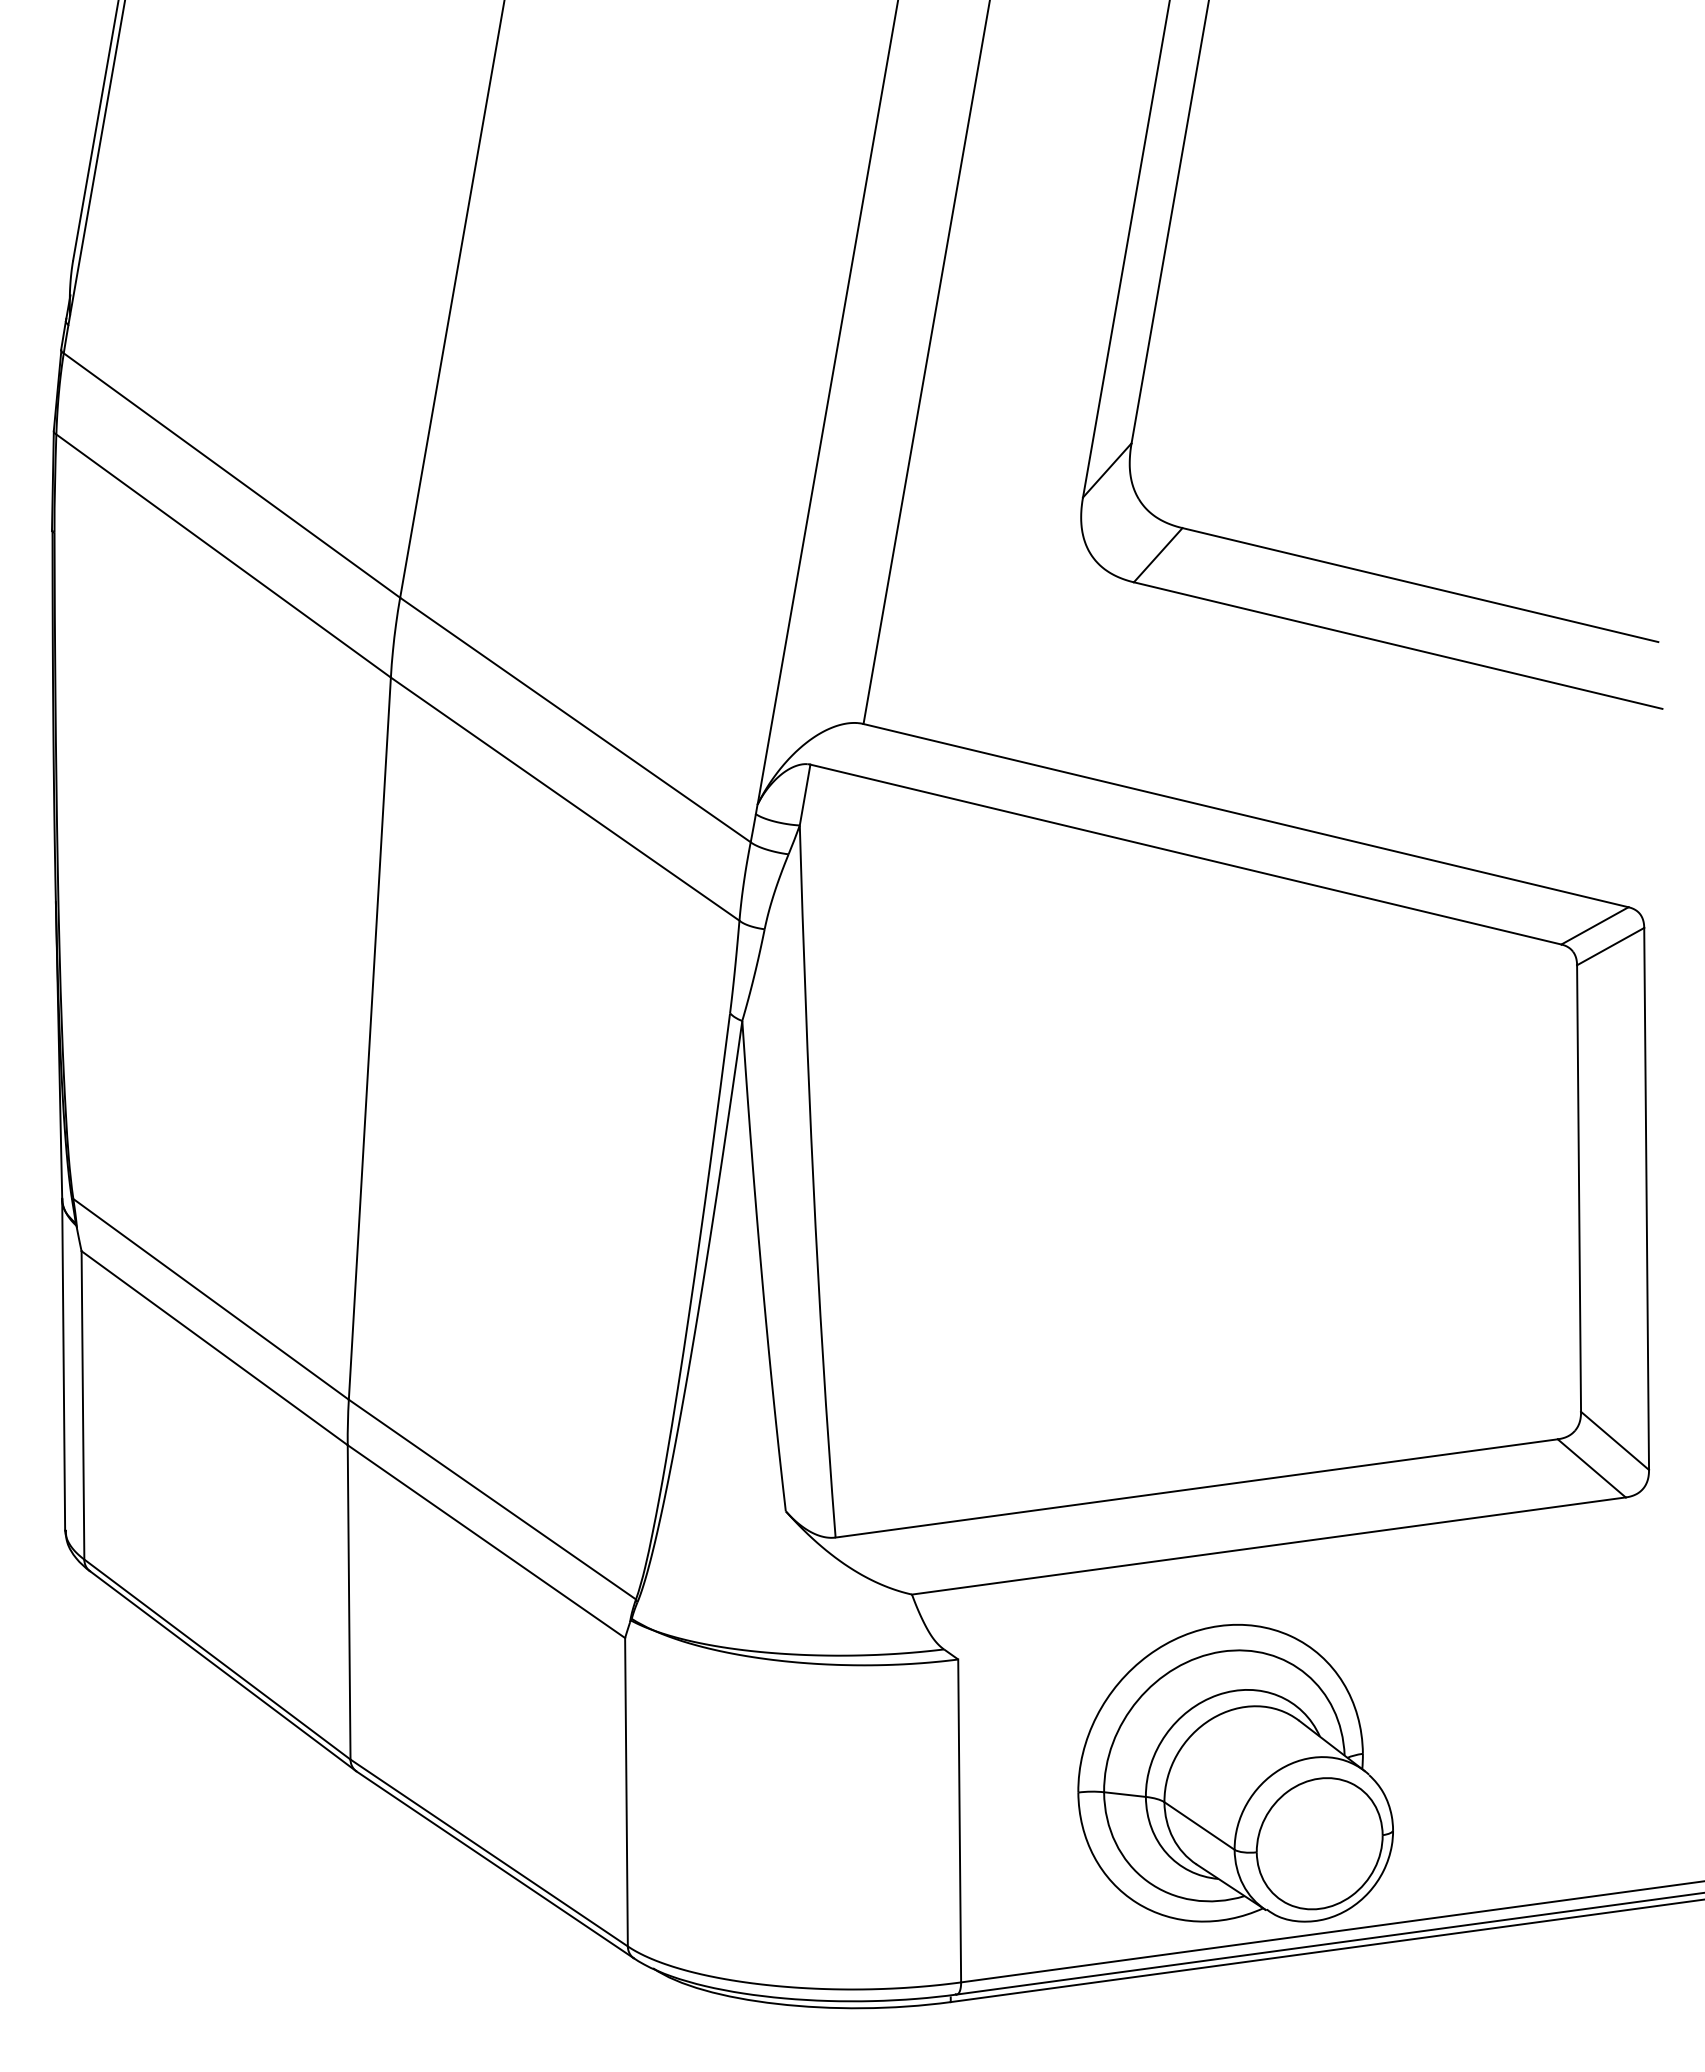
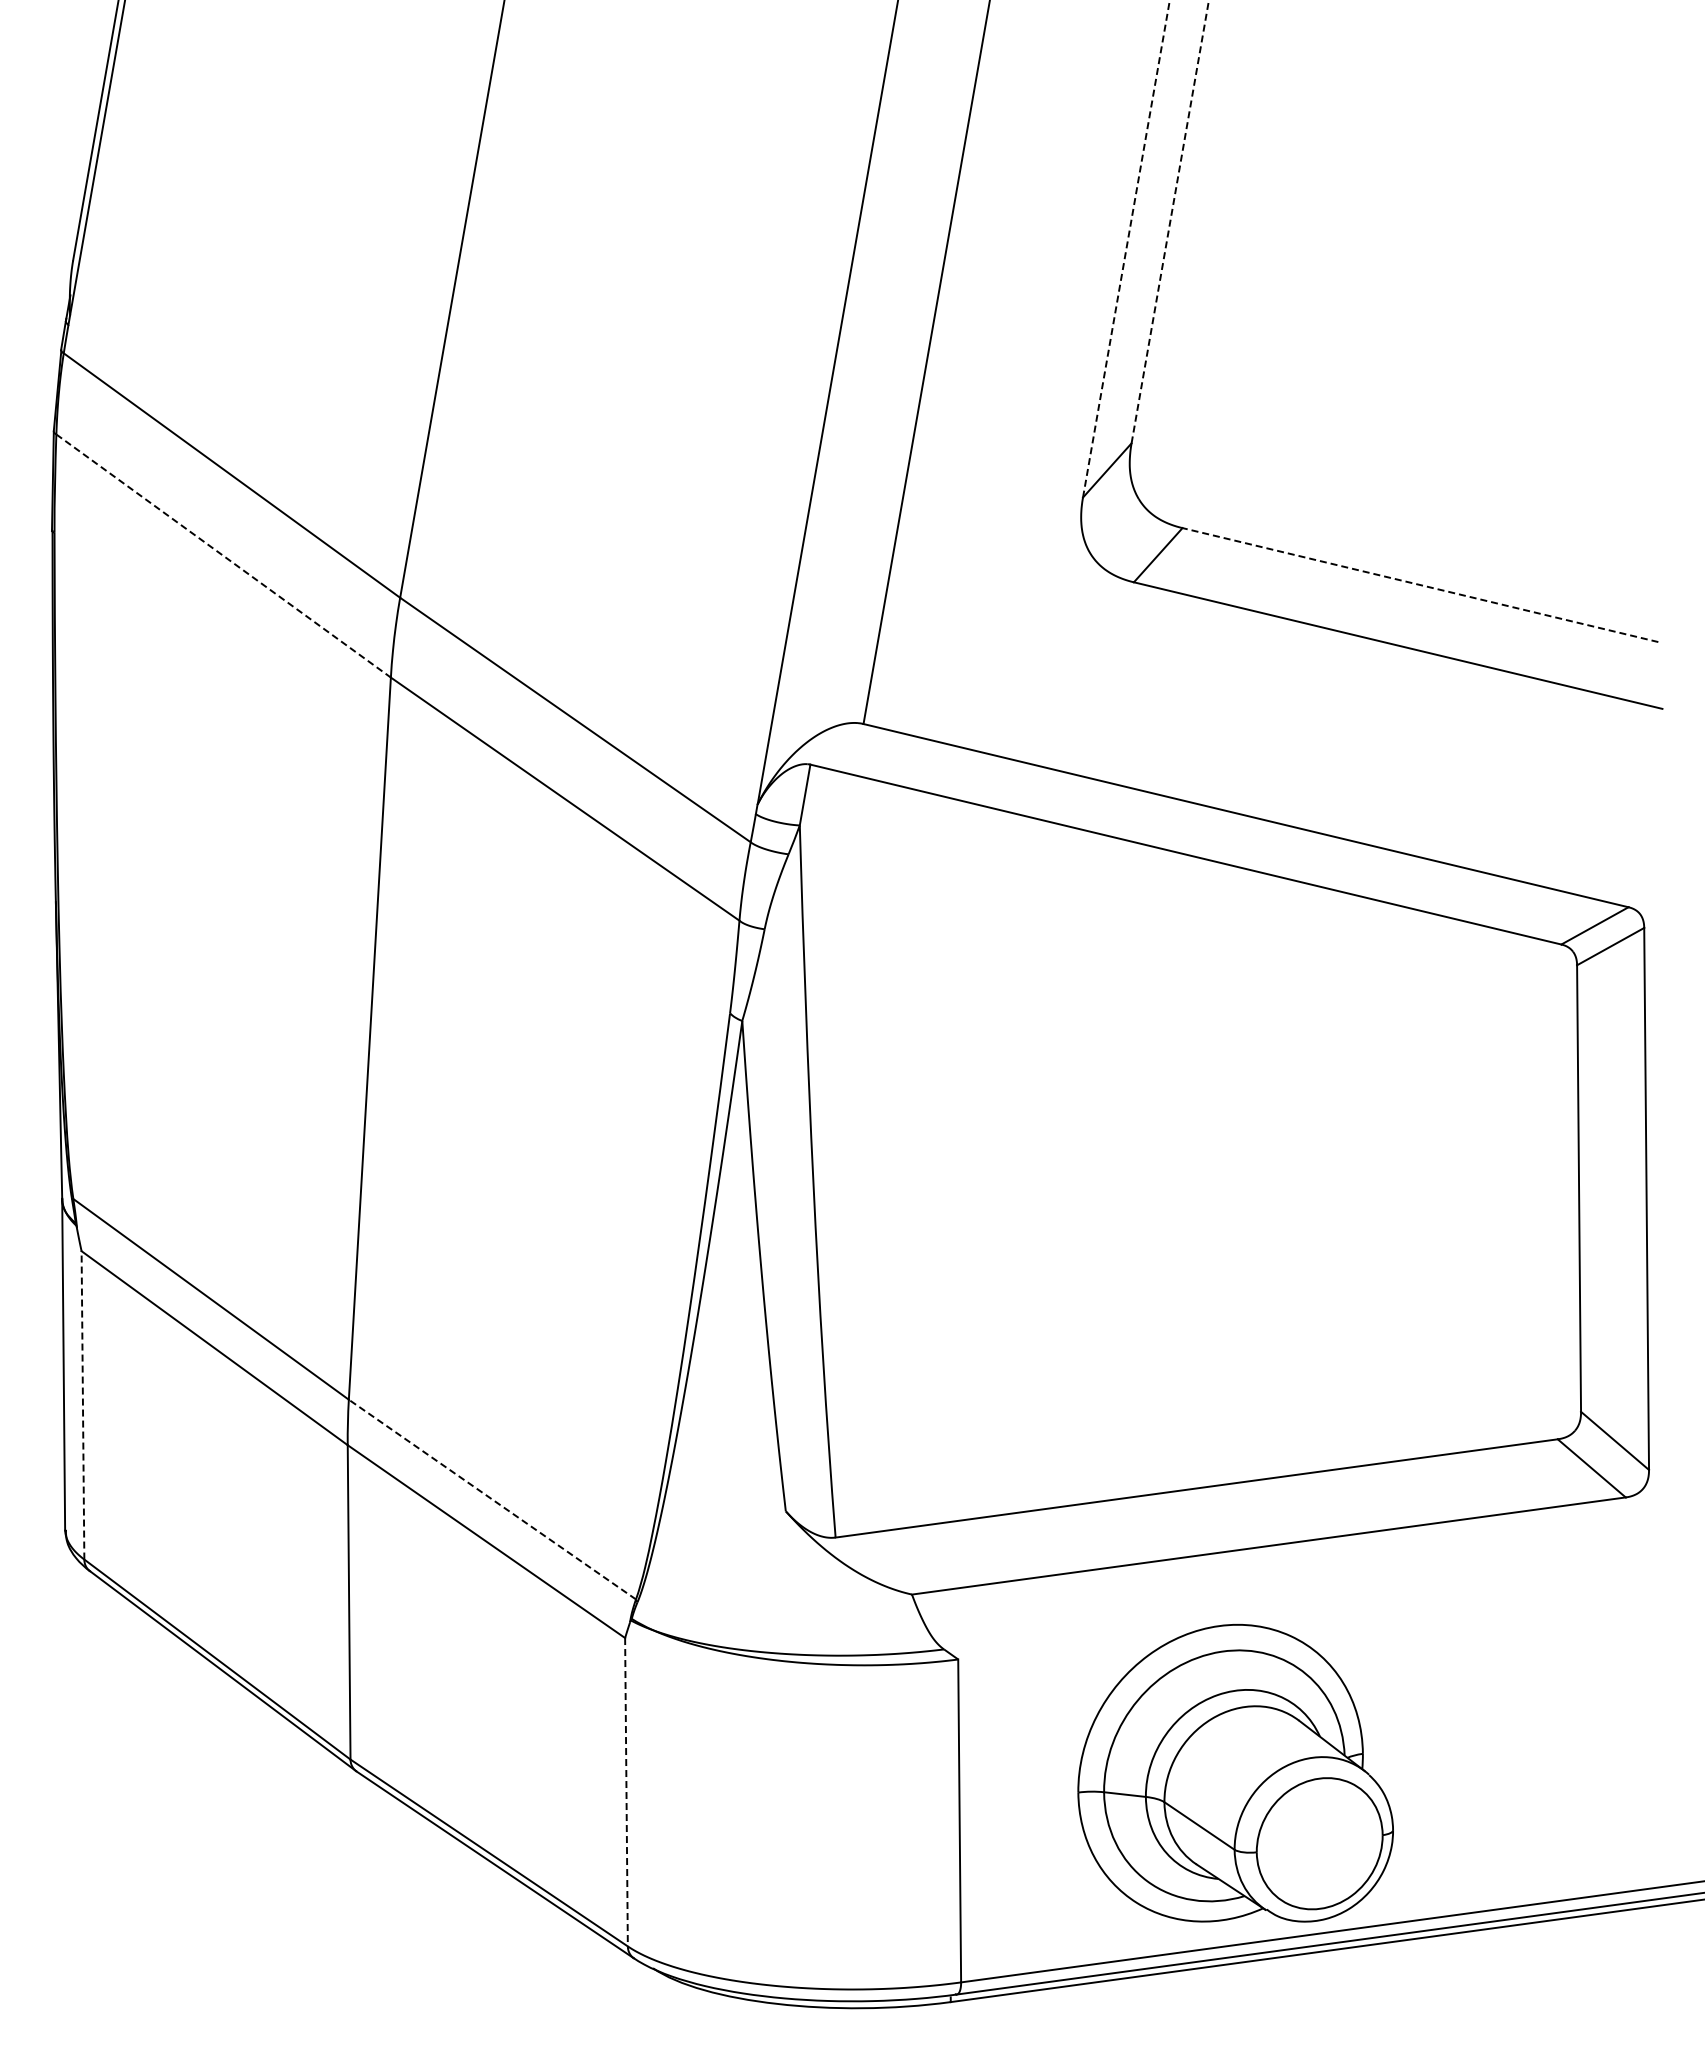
line at (1170, 221): solid -> dashed
line at (1126, 248): solid -> dashed
line at (223, 556): solid -> dashed
line at (1420, 585): solid -> dashed
line at (82, 1404): solid -> dashed
line at (492, 1499): solid -> dashed
line at (626, 1792): solid -> dashed
